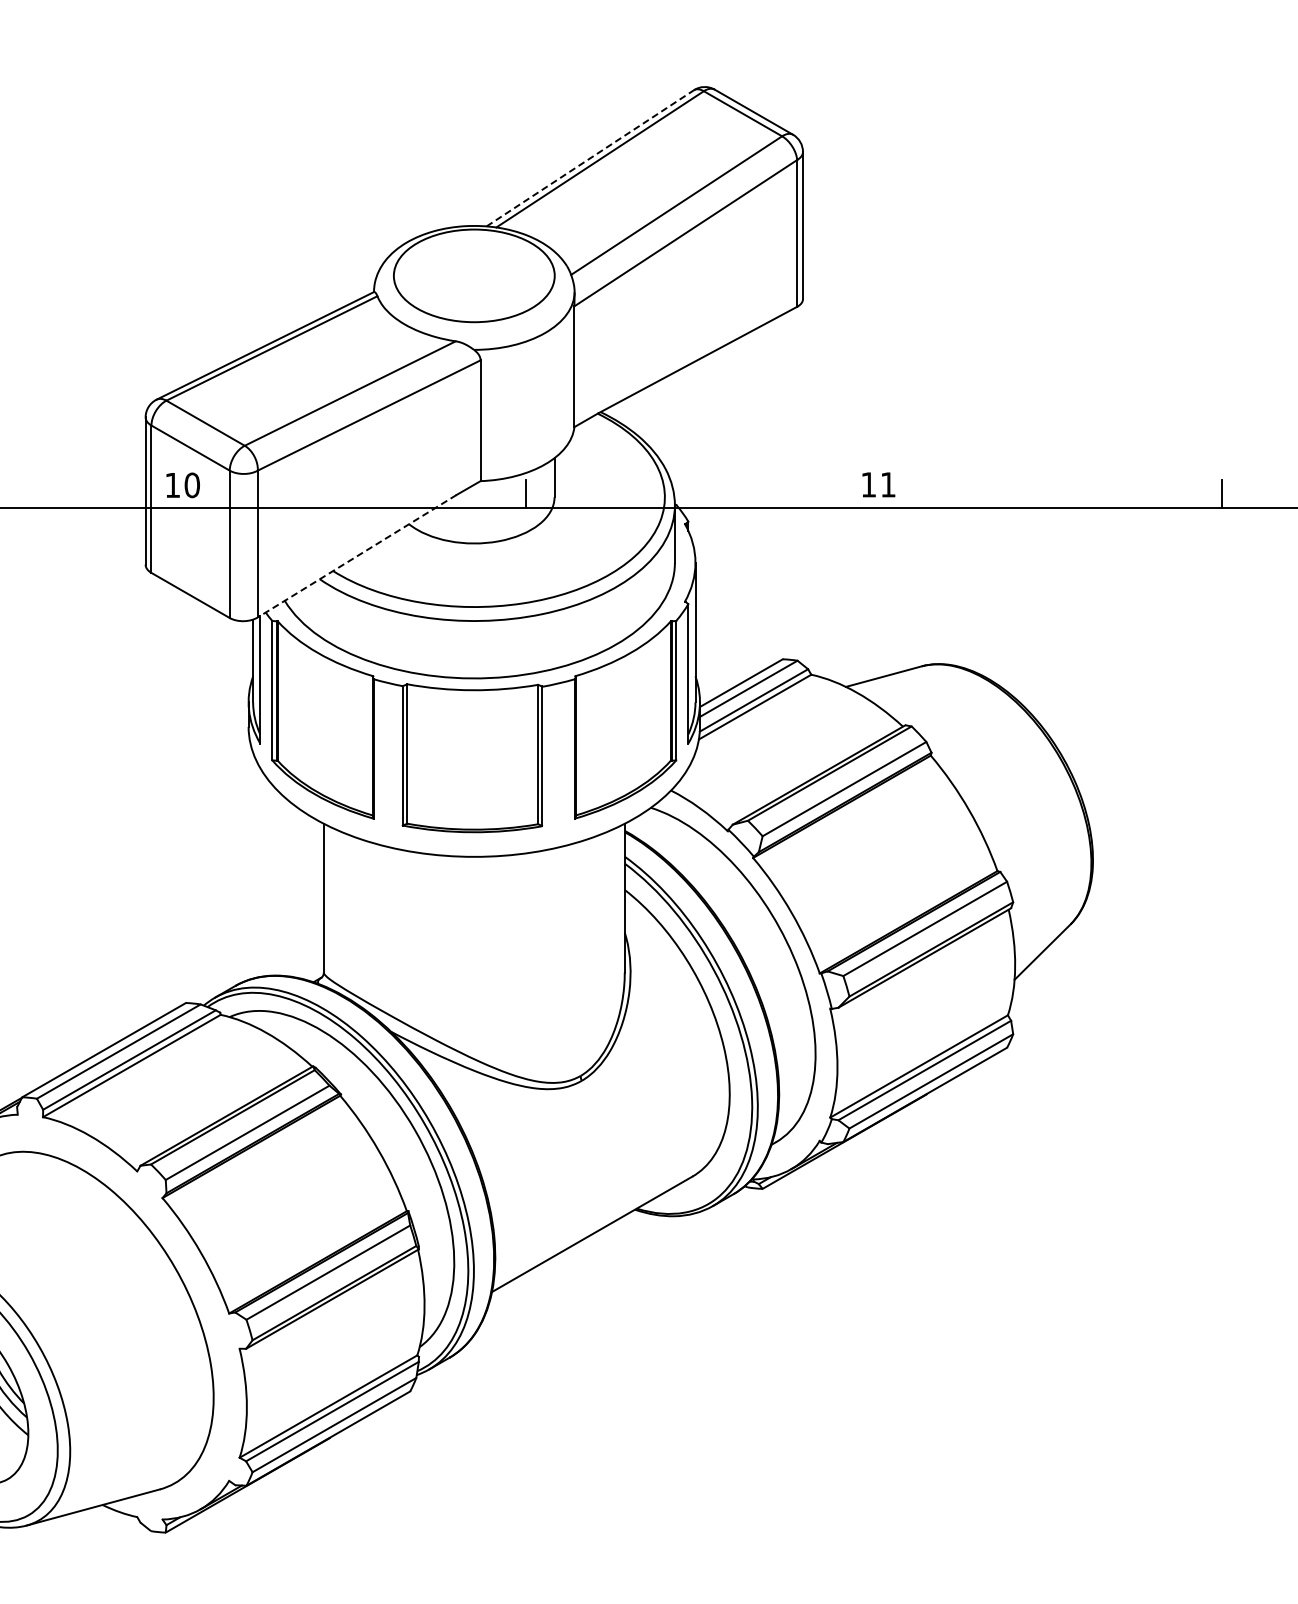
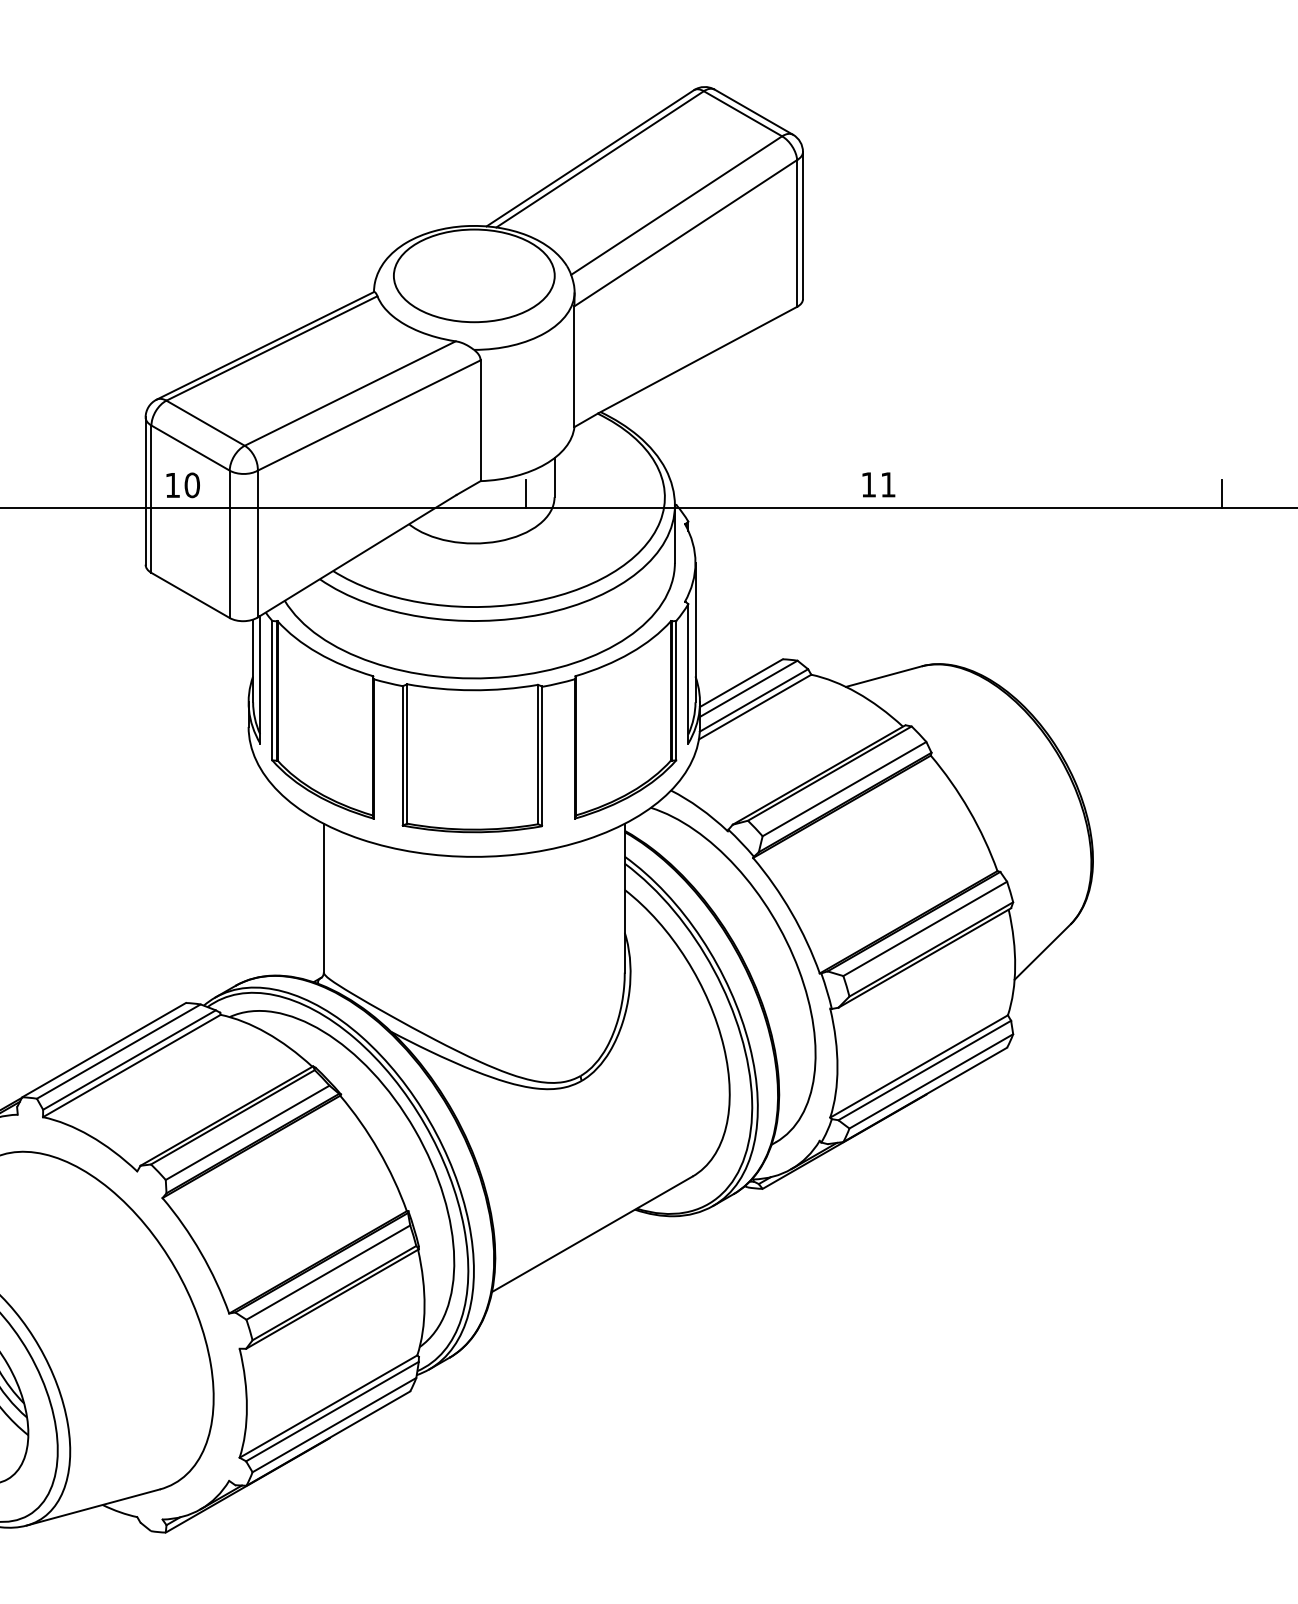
line at (590, 158): dashed -> solid
line at (357, 556): dashed -> solid
